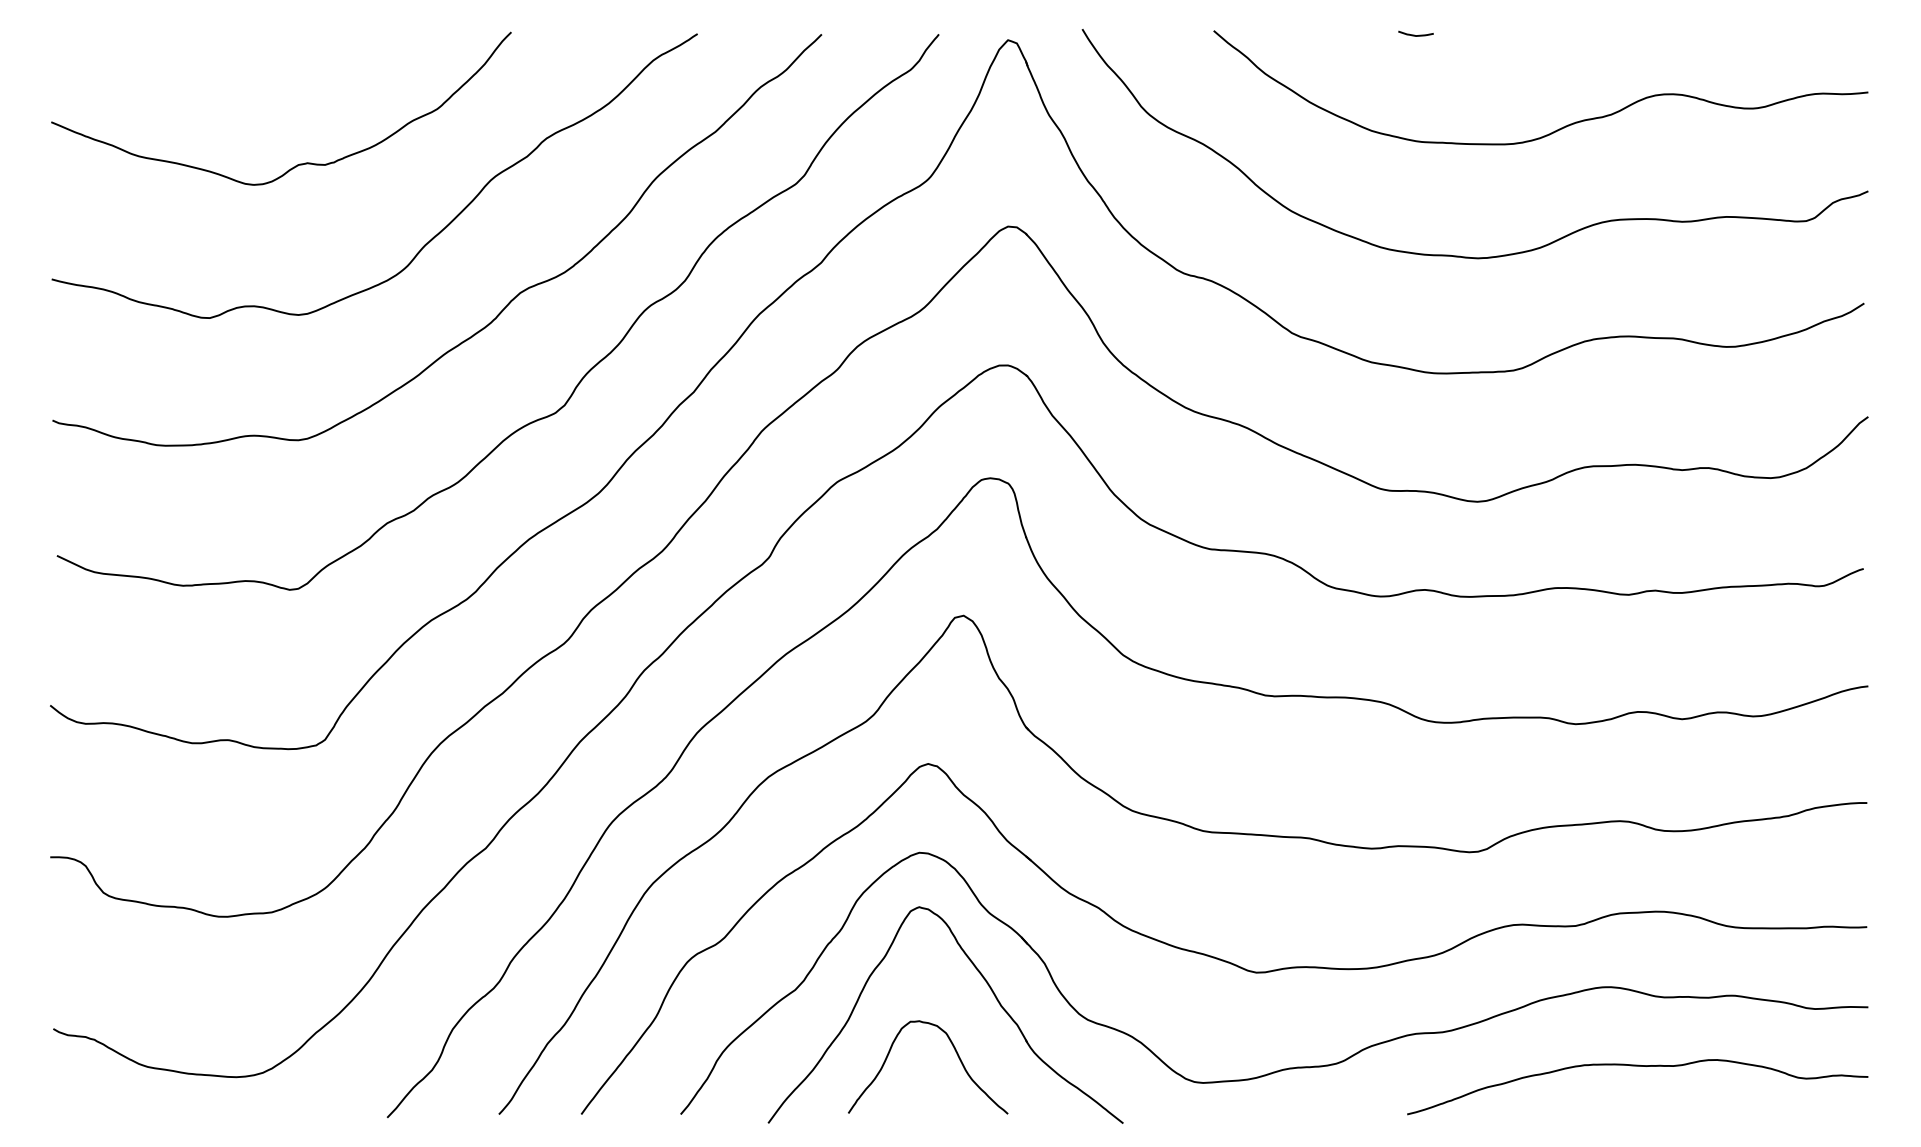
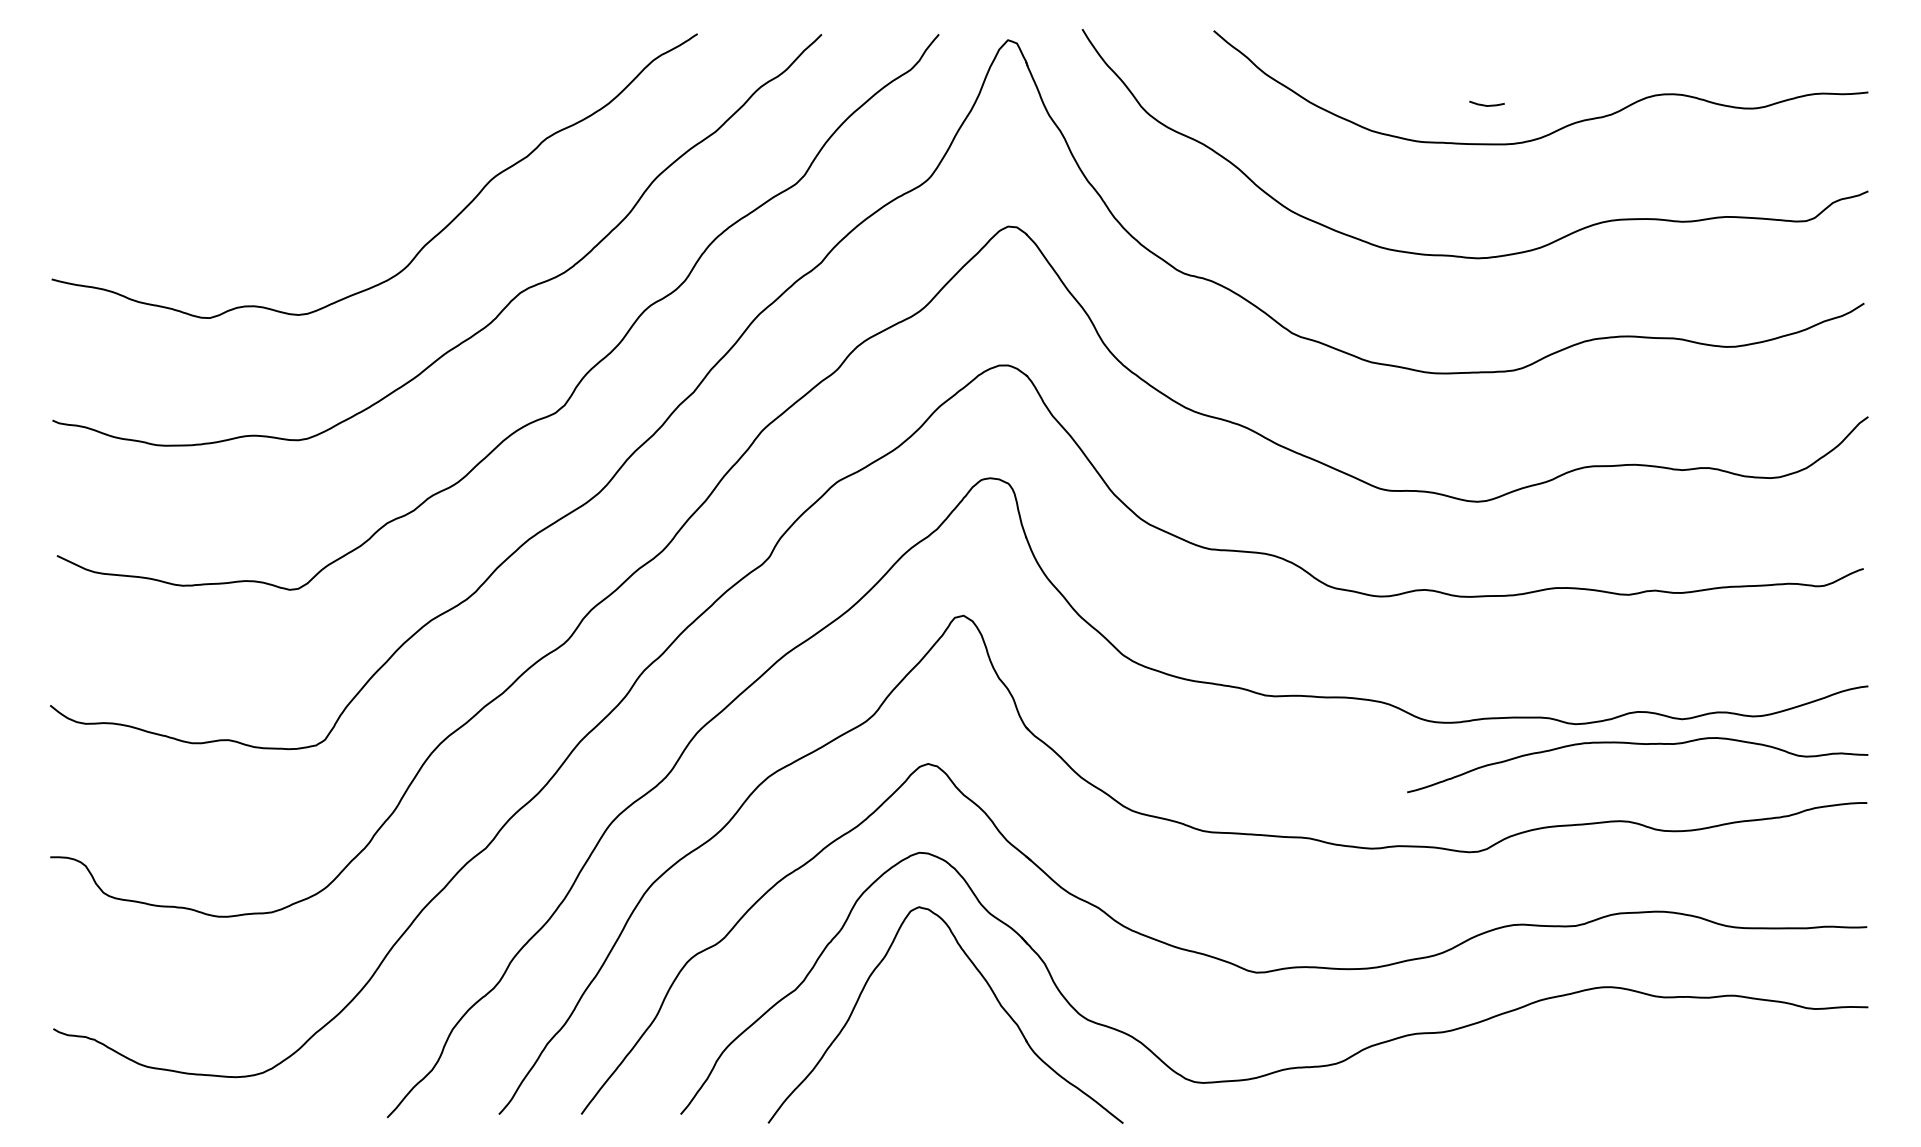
curve at (1414, 34) position: (1414, 34) -> (1485, 104)
curve at (299, 163): present -> none
curve at (956, 1054): present -> none
curve at (1637, 1066) position: (1637, 1066) -> (1637, 744)
